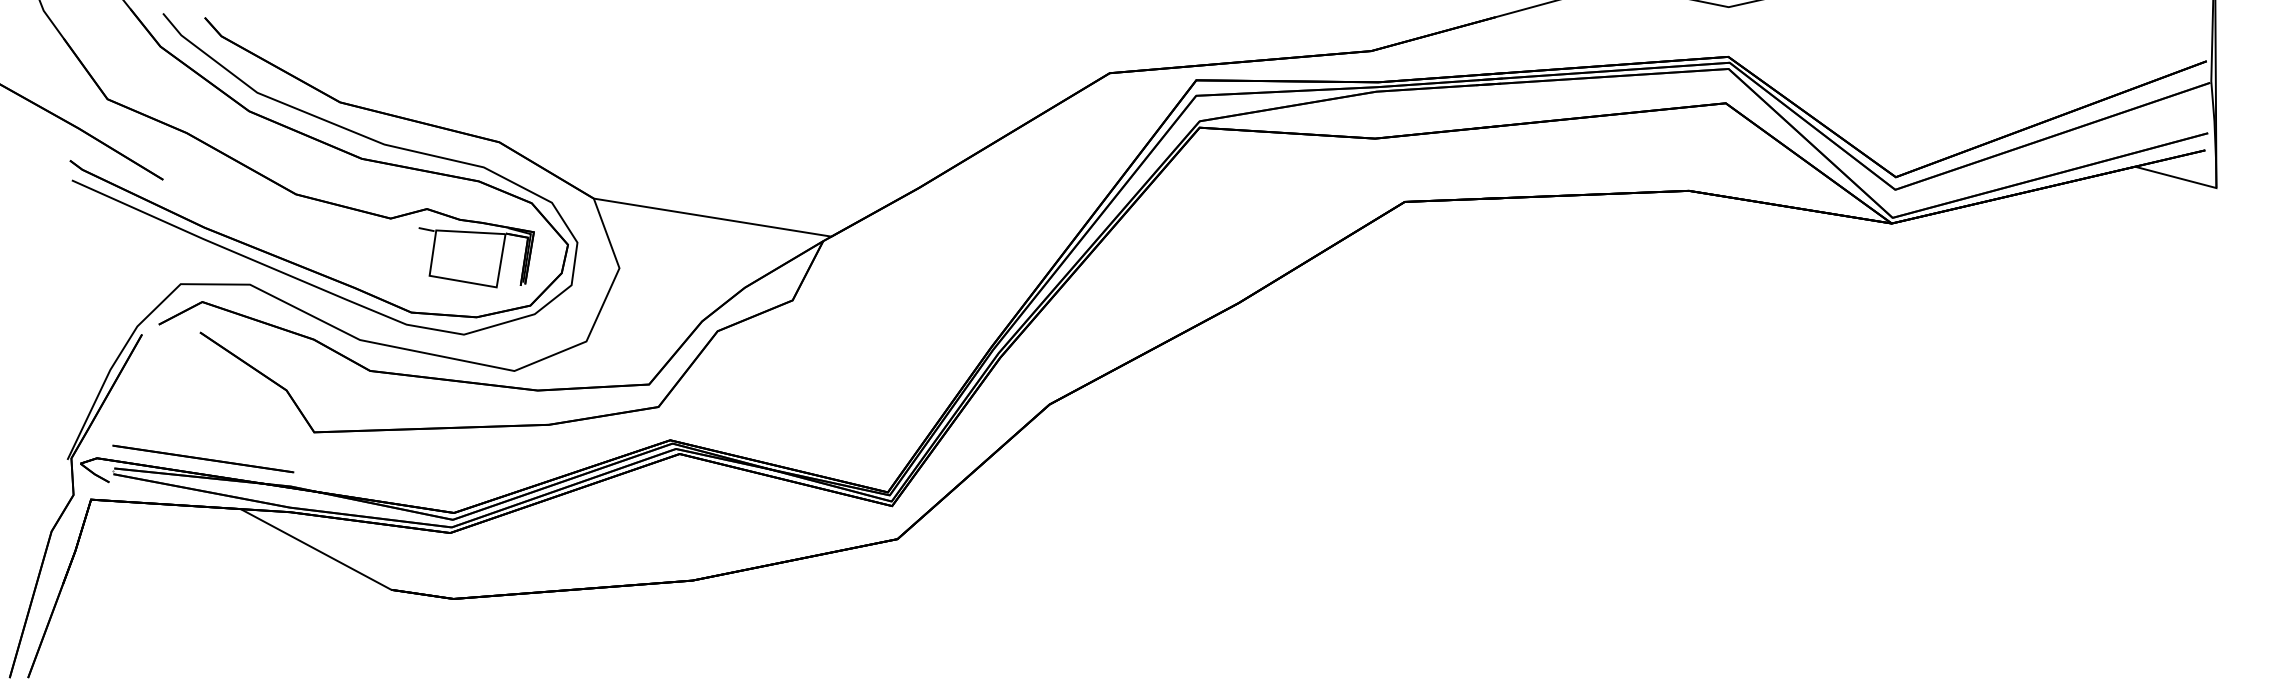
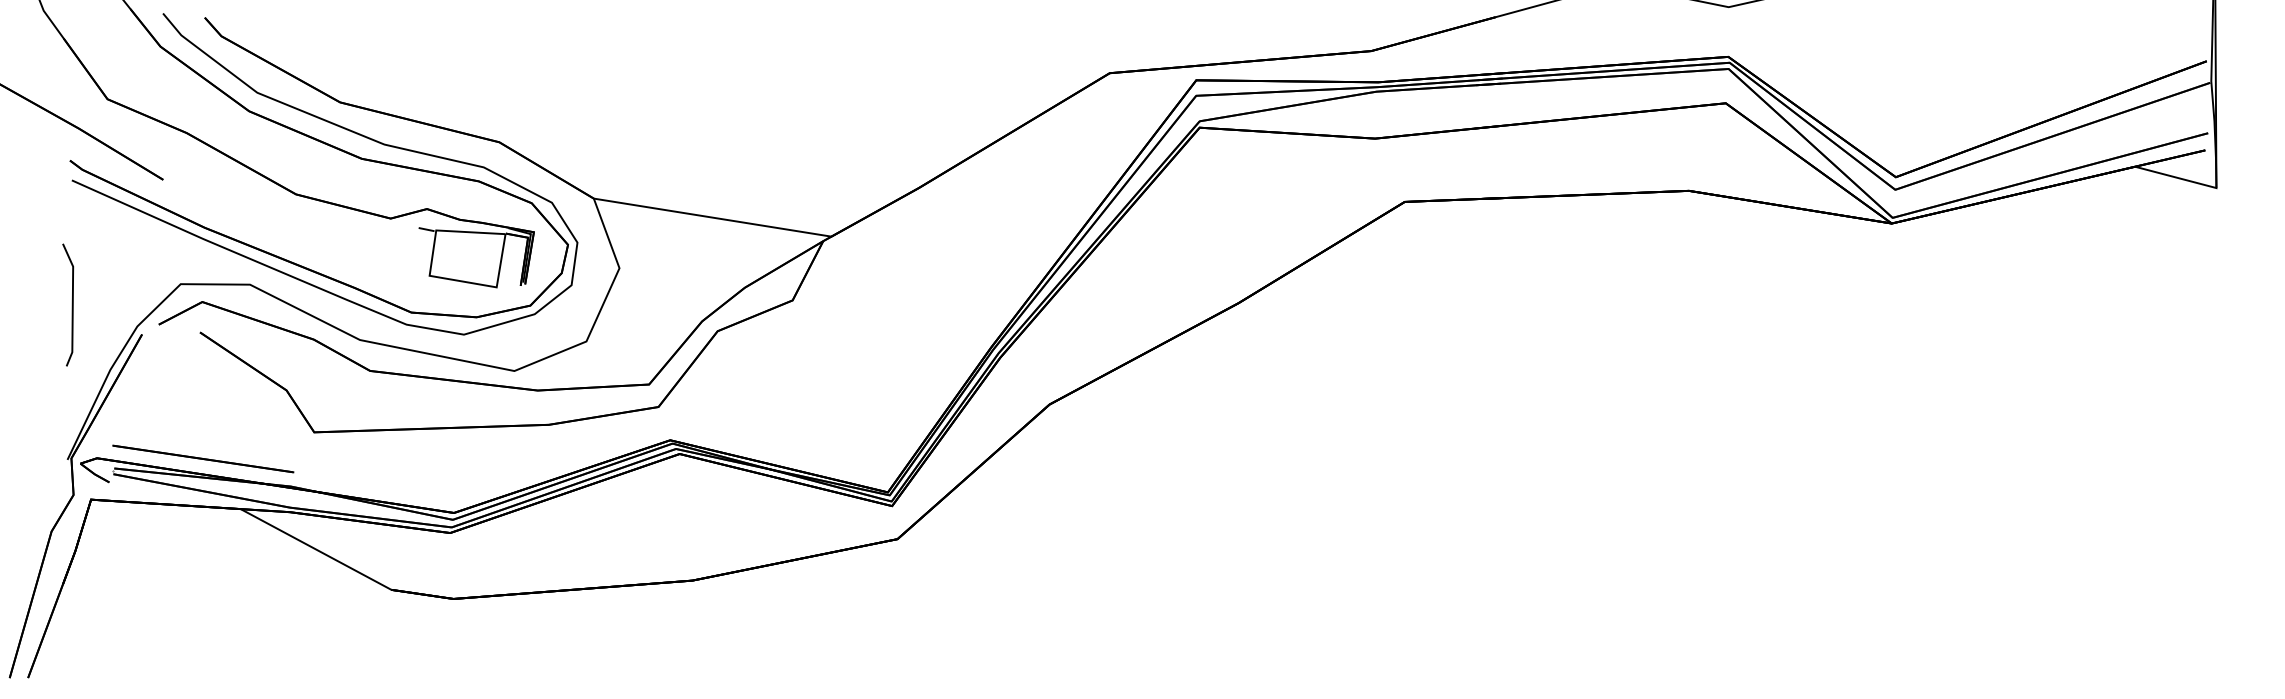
curve at (71, 304): none -> present
